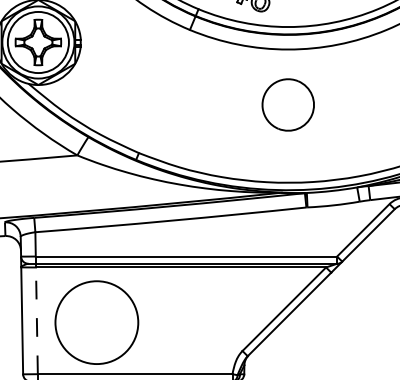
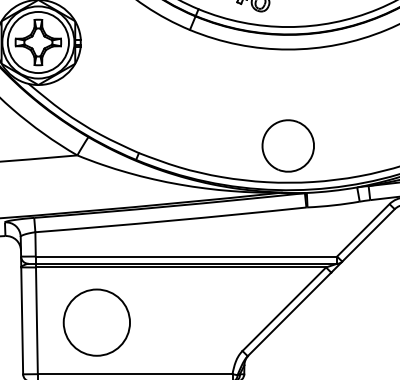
part at (287, 104) position: (287, 104) -> (287, 145)
line at (36, 320): dashed -> solid
circle at (96, 322) diameter: 83 px -> 66 px
